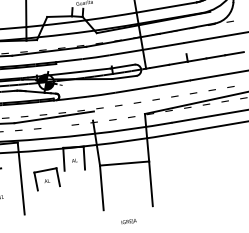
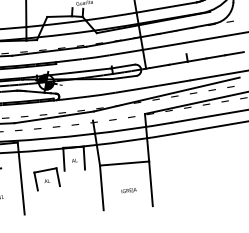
line at (166, 94): none -> present
line at (56, 126): none -> present
text at (128, 221) position: (128, 221) -> (128, 190)
